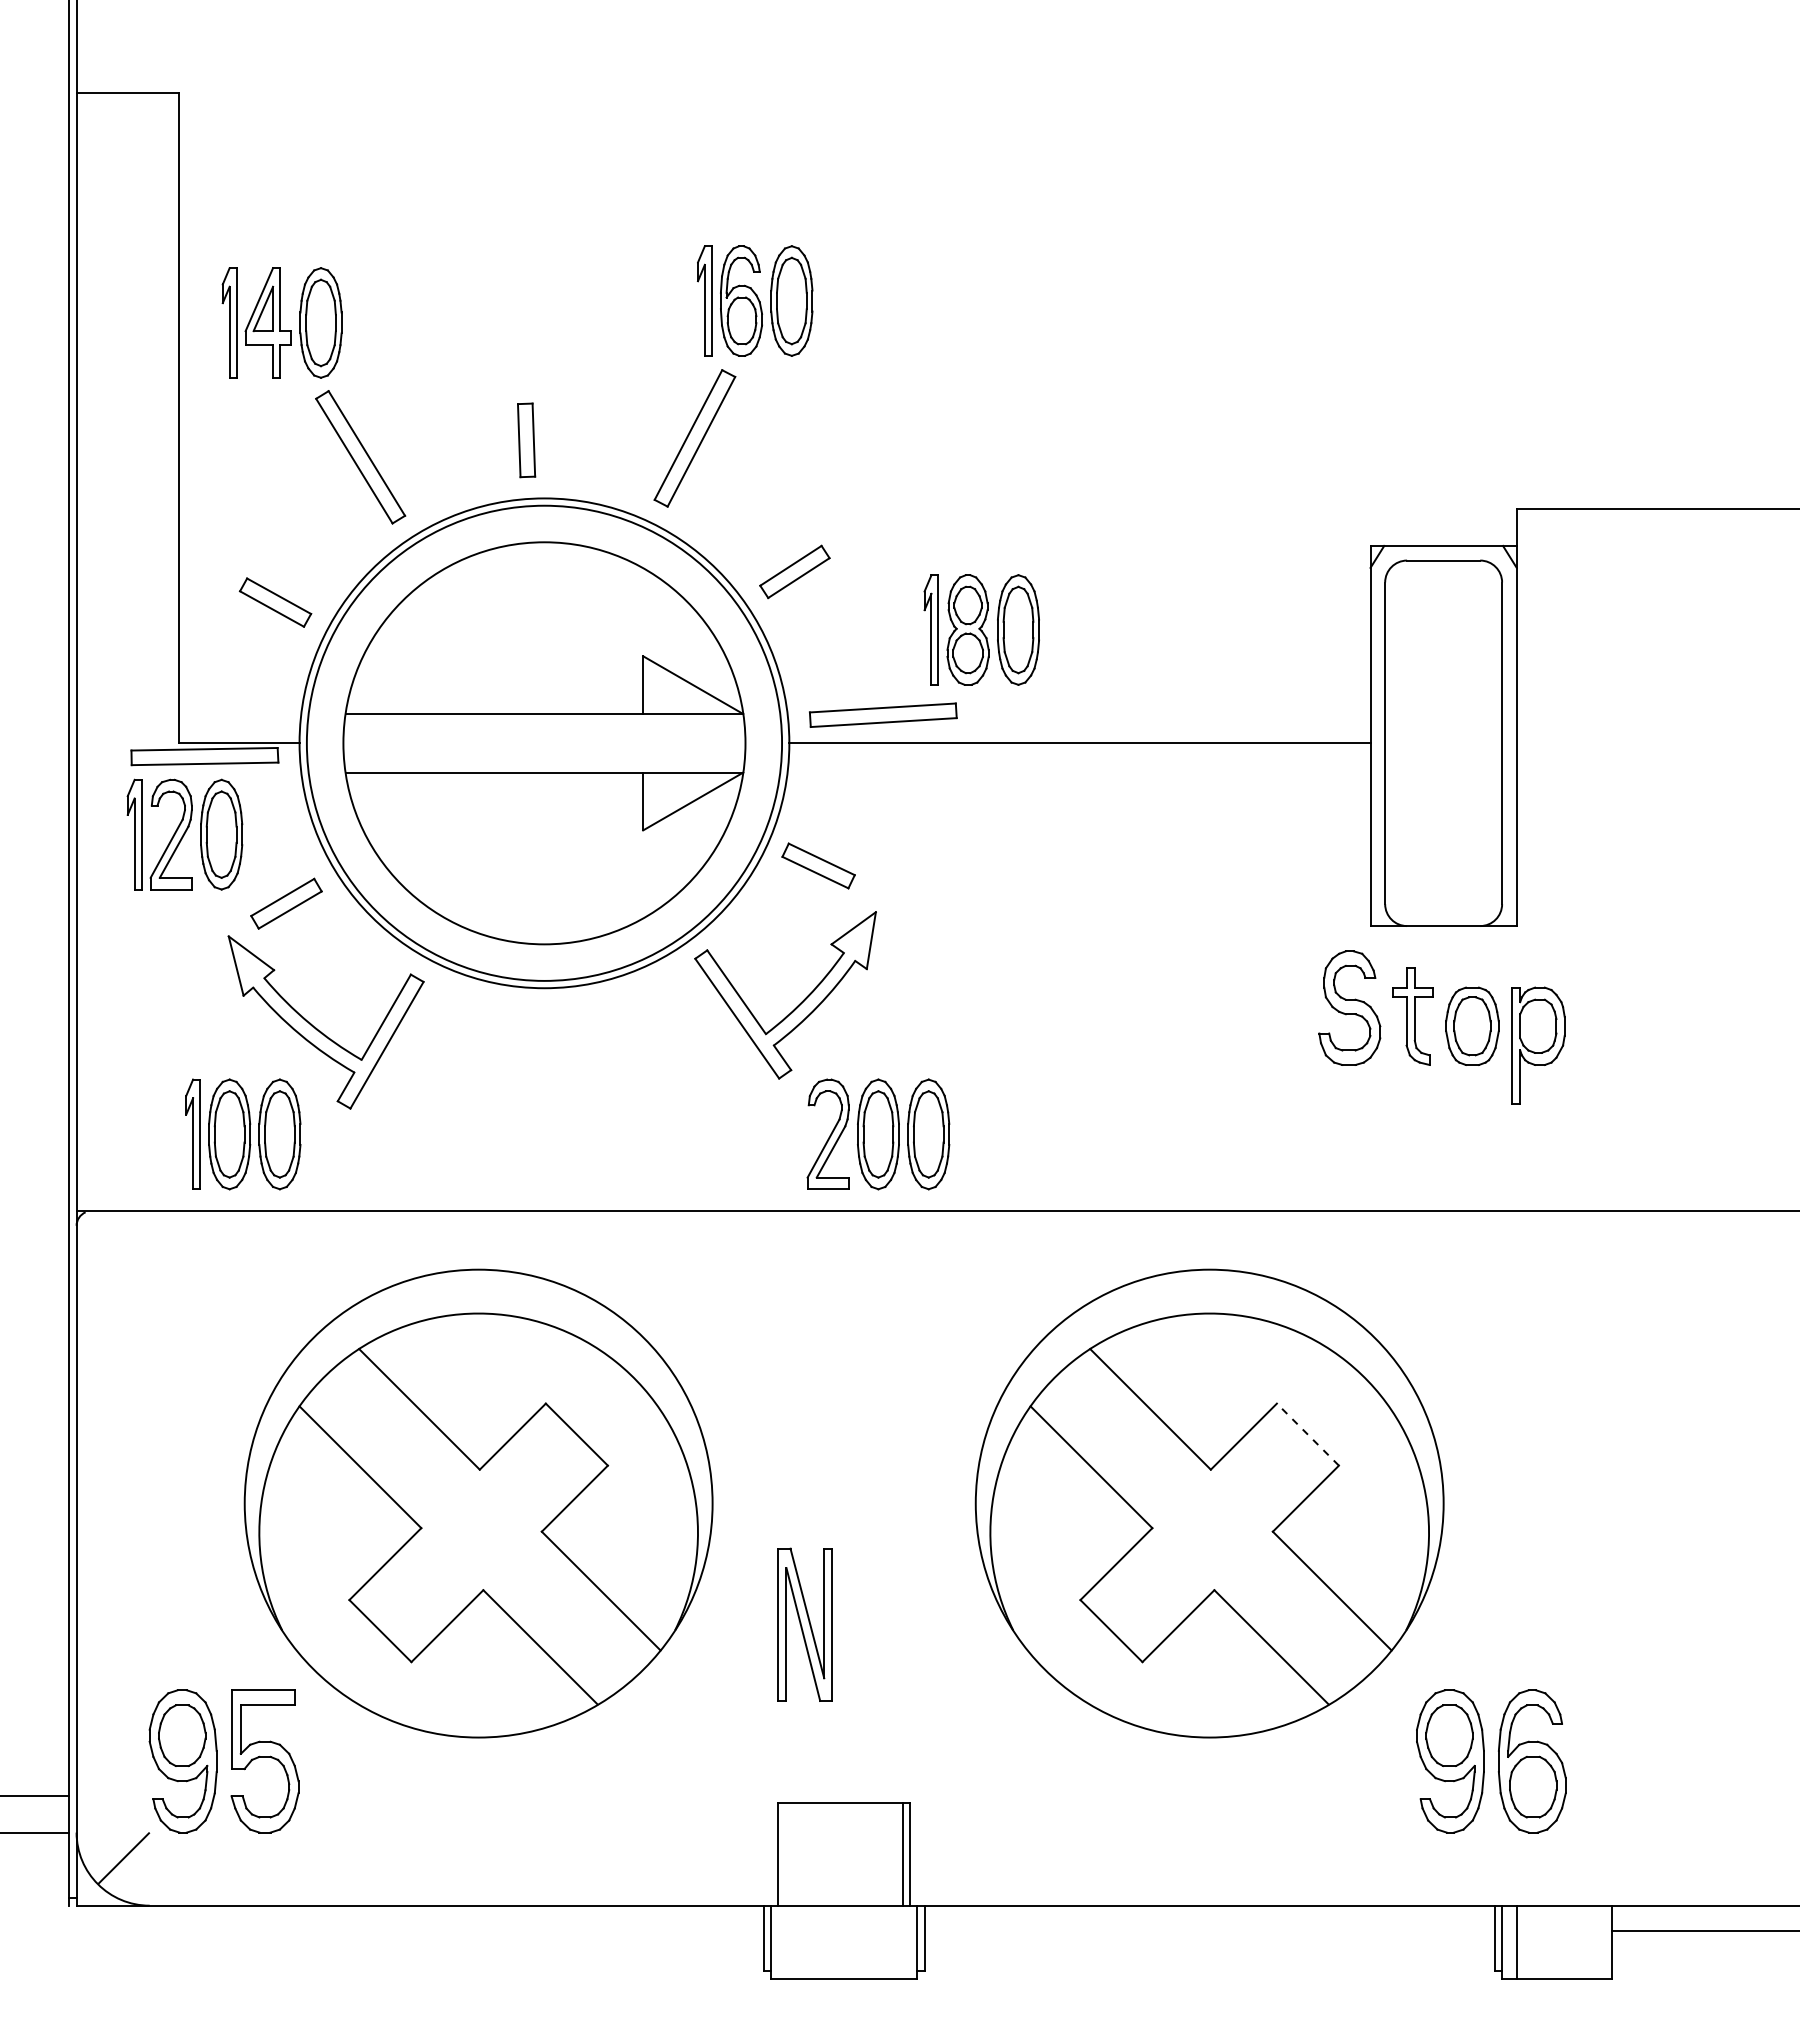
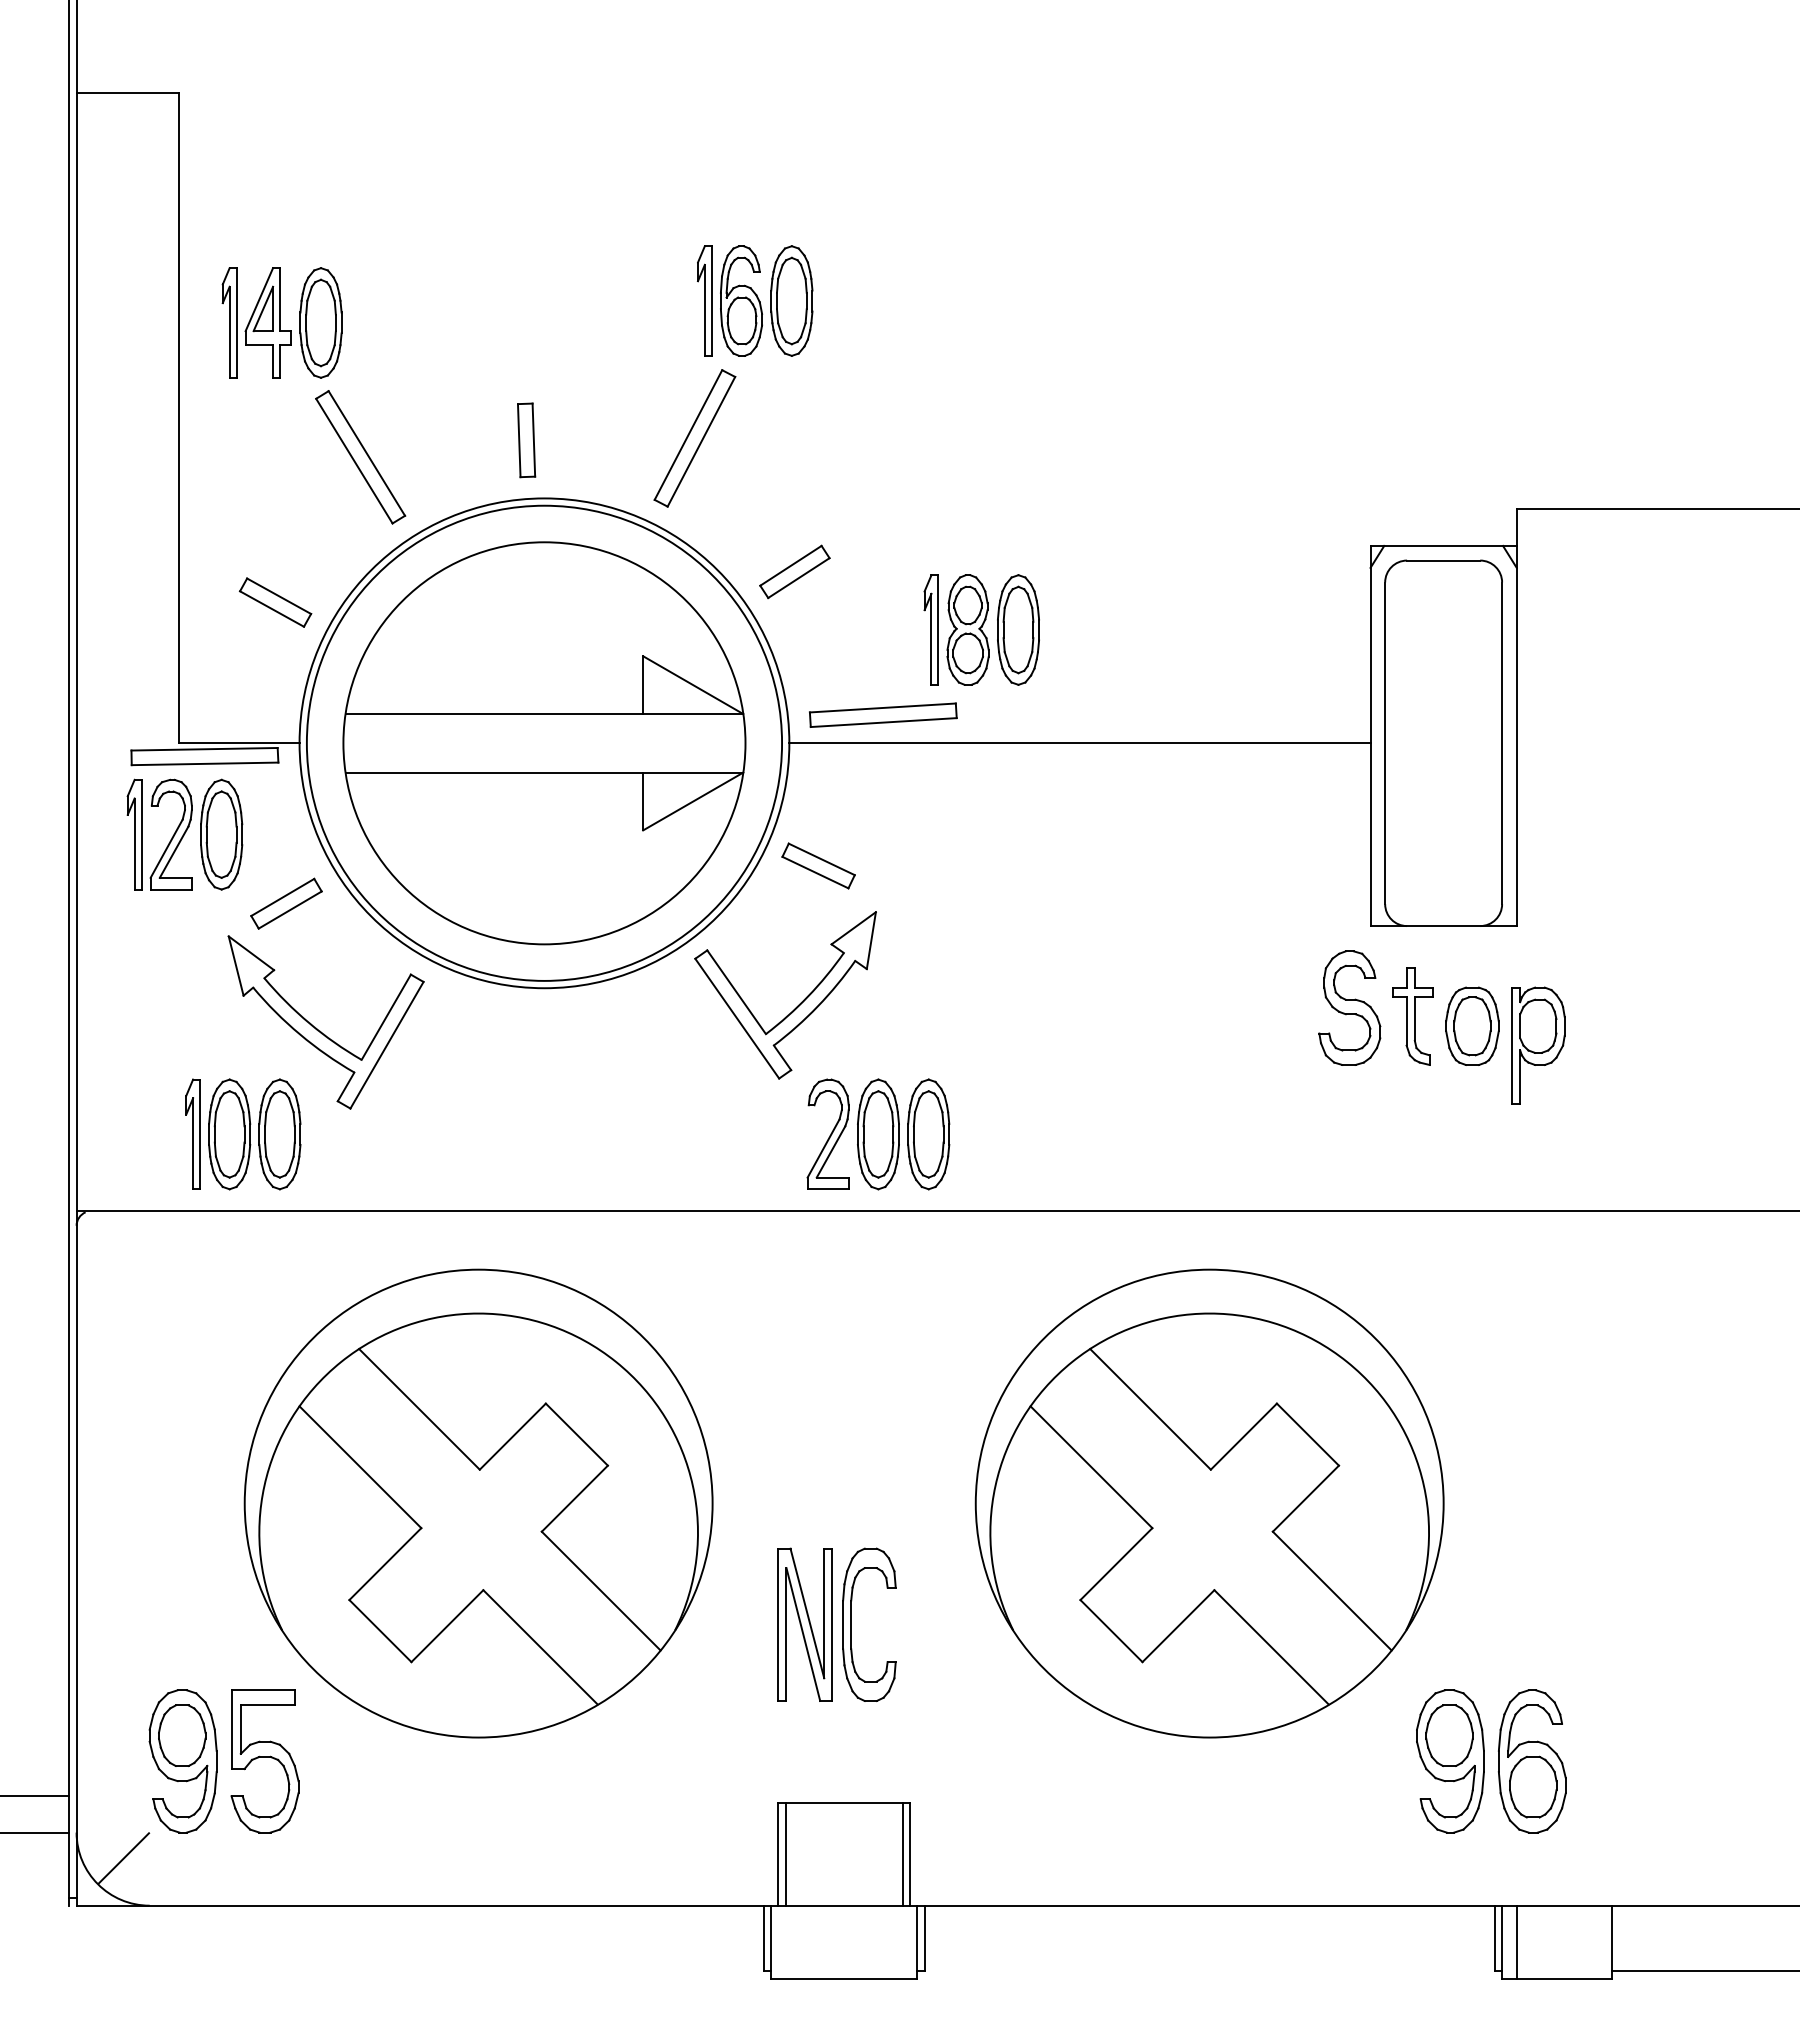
line at (1307, 1434): dashed -> solid
part at (851, 1624): none -> present
line at (785, 1854): none -> present
line at (1703, 1931) position: (1703, 1931) -> (1703, 1971)
